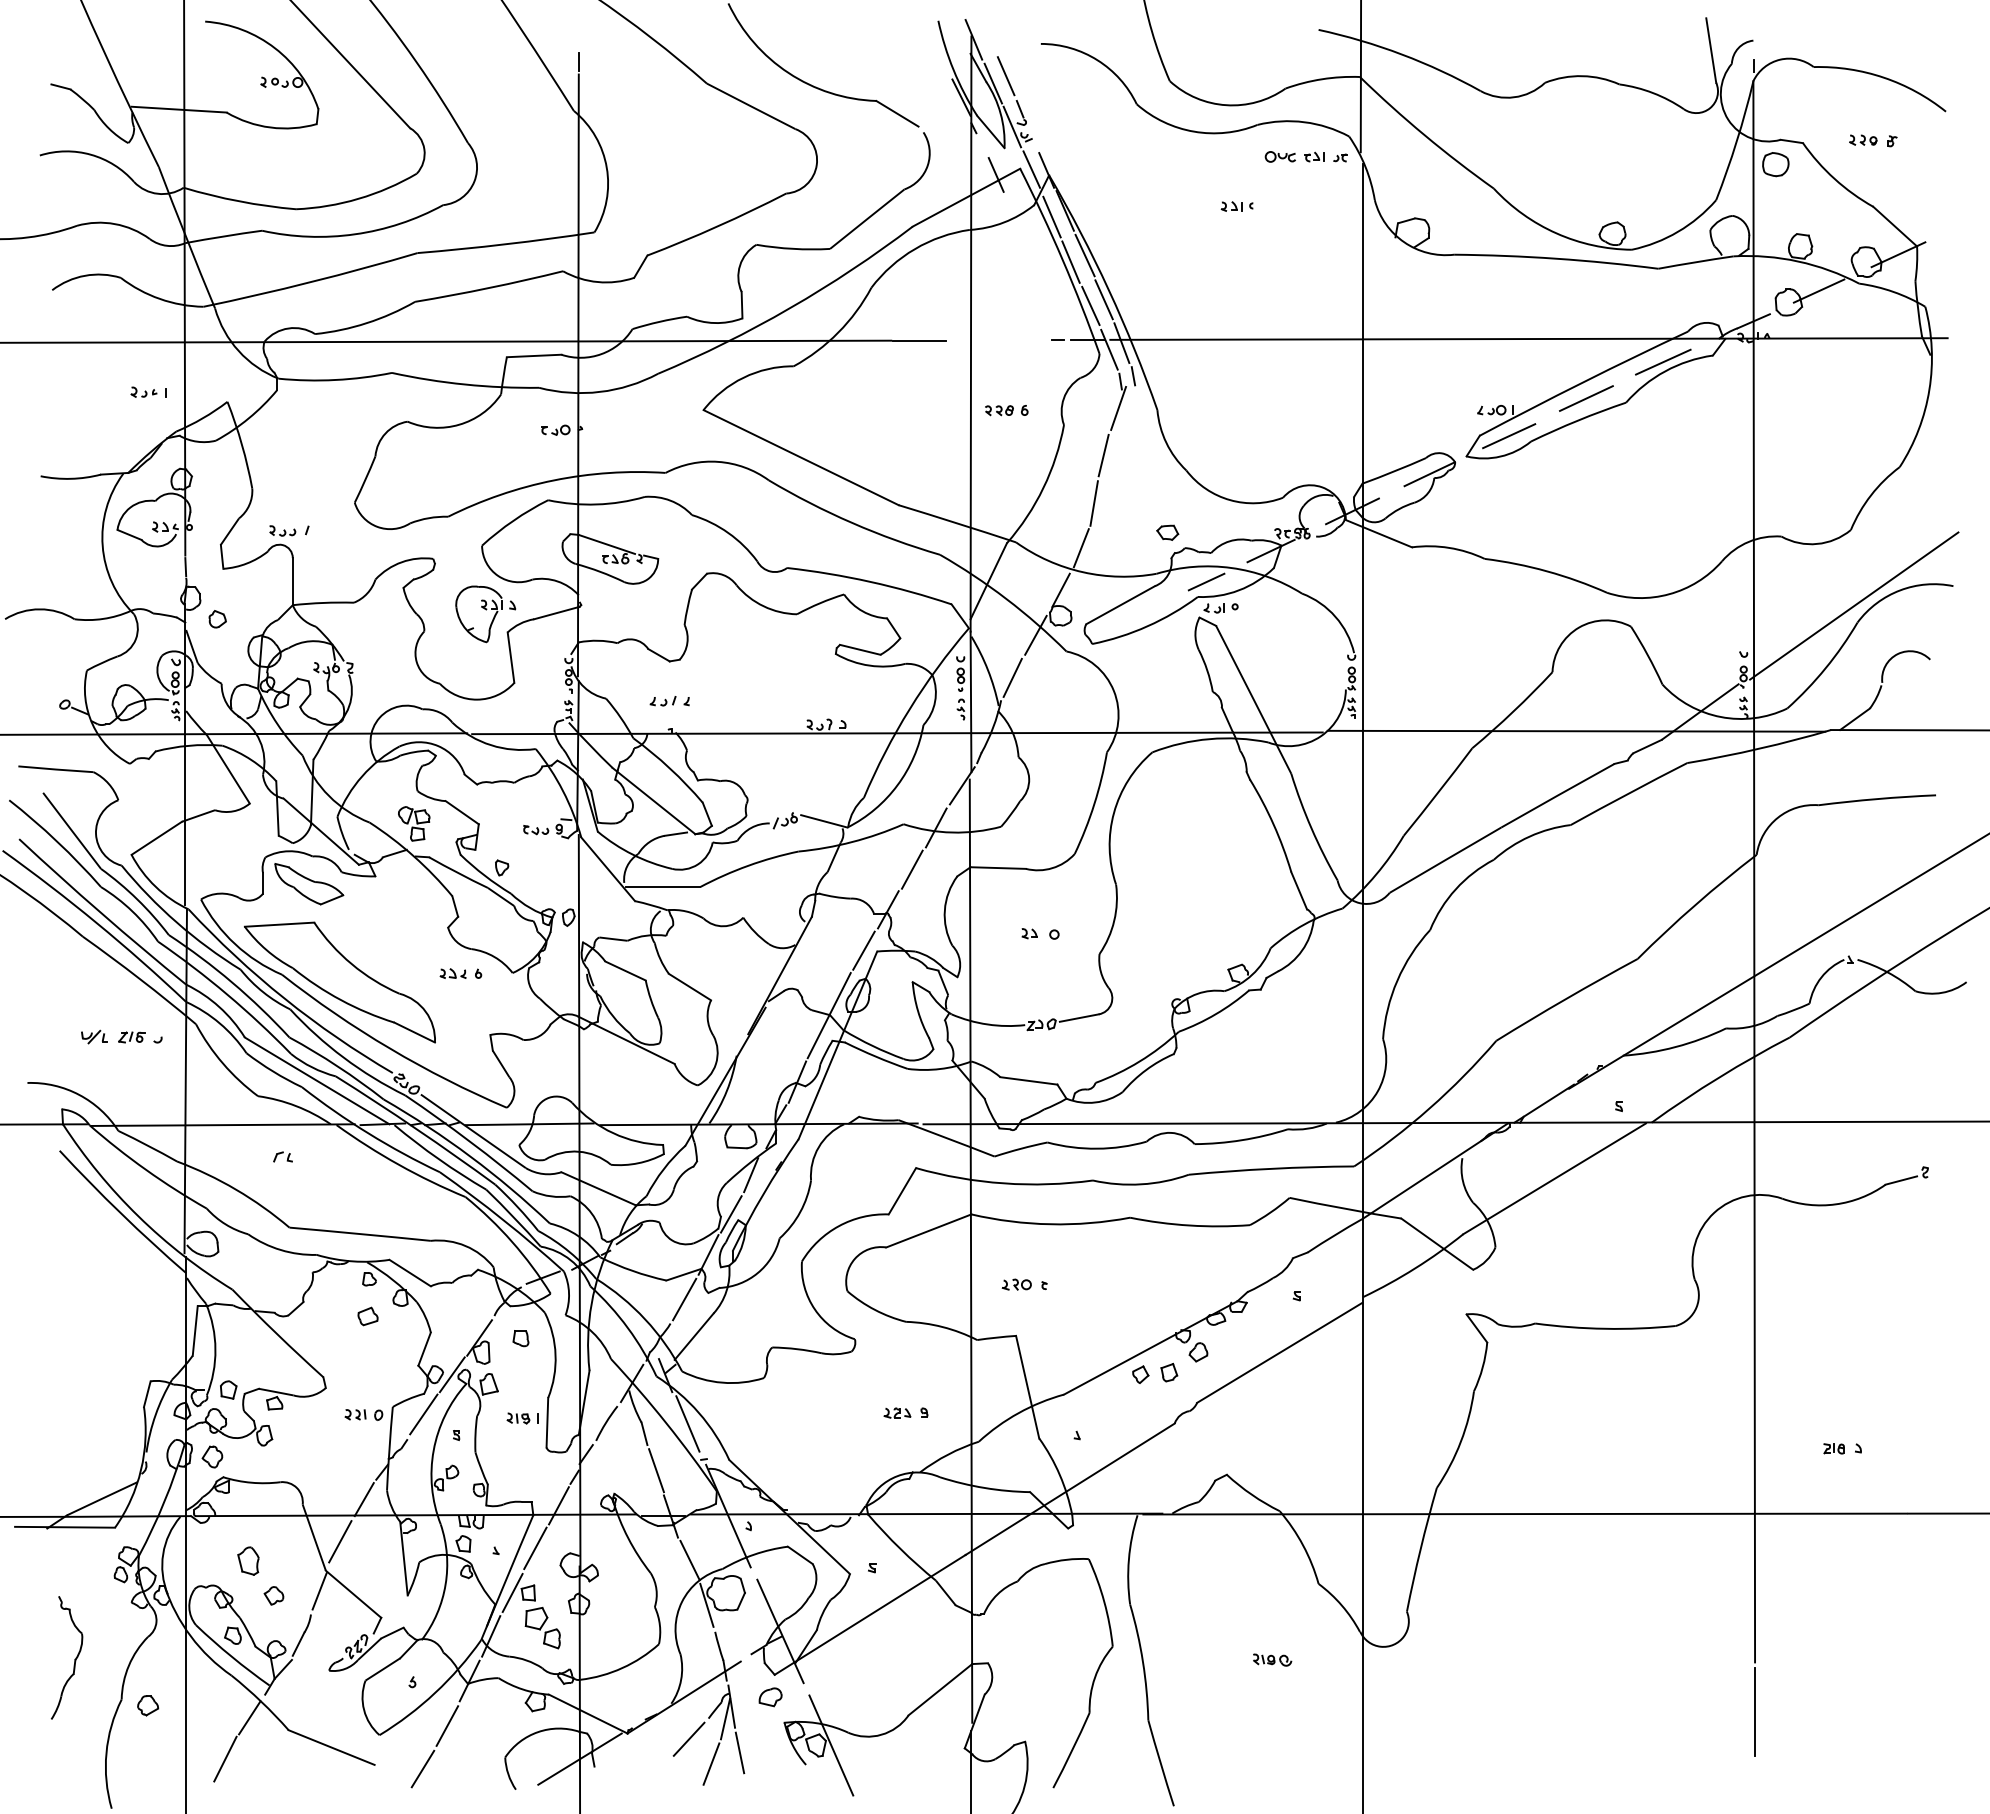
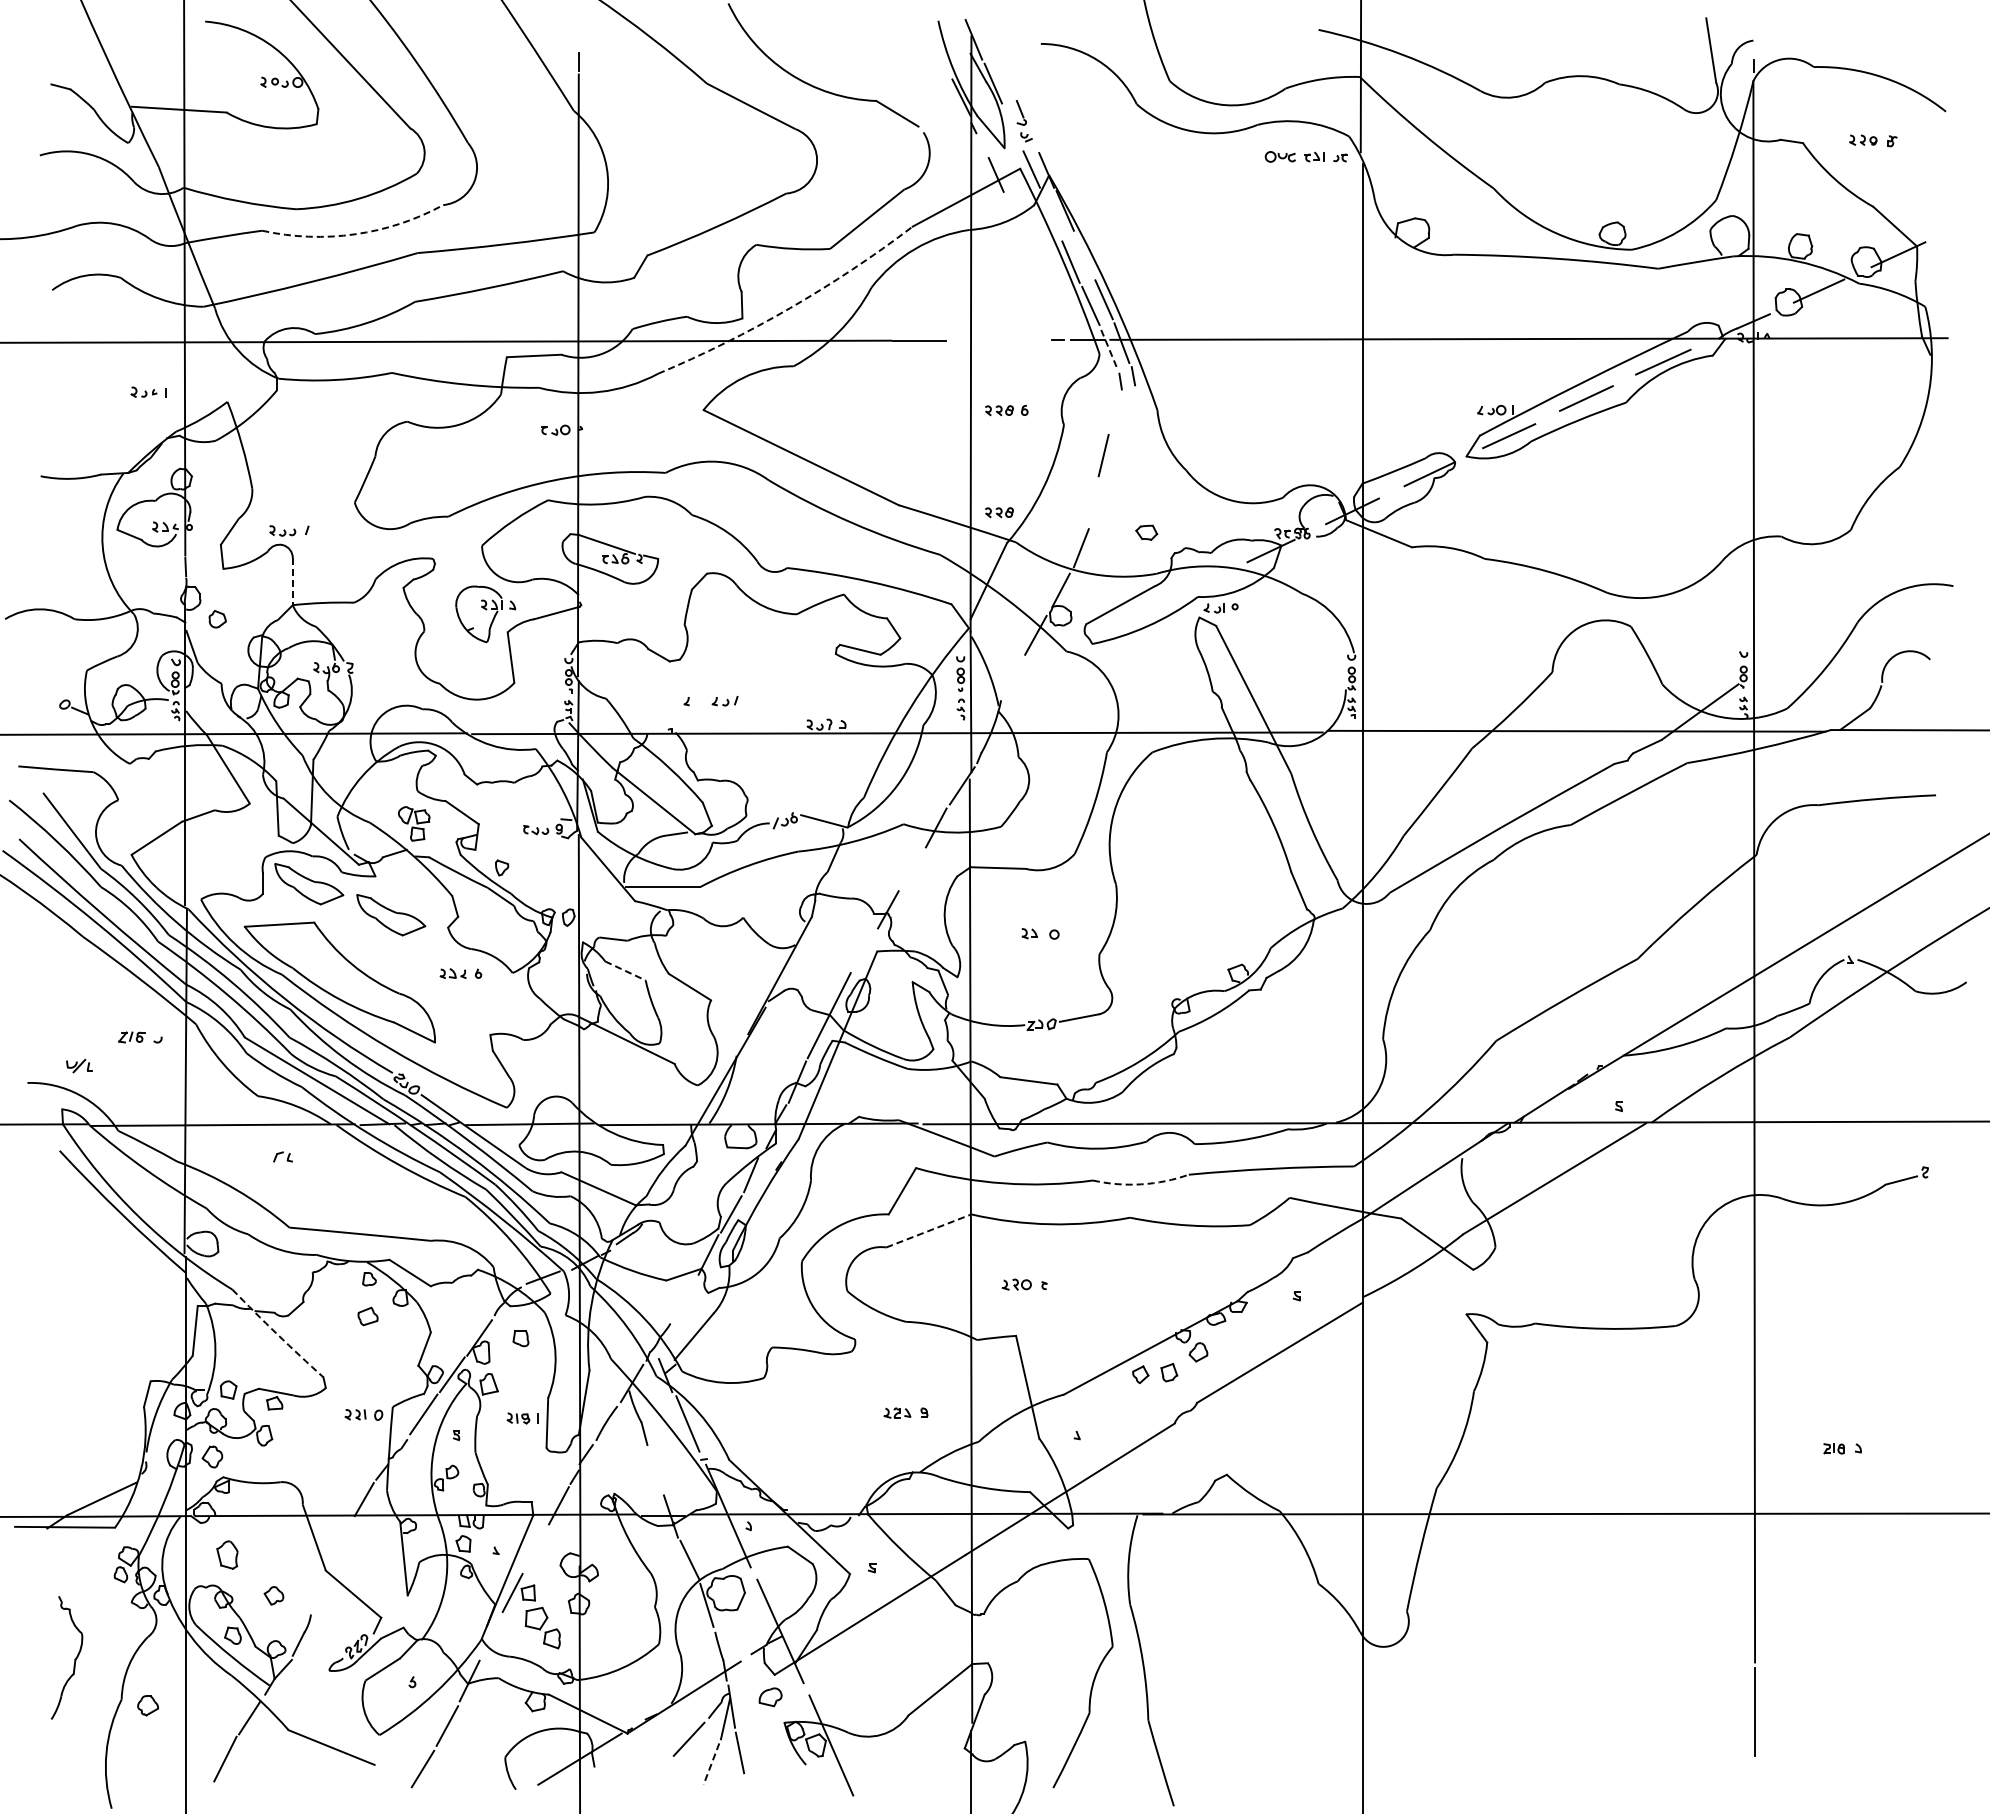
line at (1005, 76): present -> none
line at (1012, 126): present -> none
part at (1775, 164): present -> none
part at (1236, 206): present -> none
line at (1051, 216): present -> none
arc at (355, 234): solid -> dashed
line at (1084, 255): present -> none
arc at (790, 308): solid -> dashed
line at (1109, 350): solid -> dashed
line at (1118, 407): present -> none
line at (1093, 503): present -> none
part at (999, 512): none -> present
part at (1167, 532) position: (1167, 532) -> (1146, 532)
line at (292, 581): solid -> dashed
line at (1206, 581): present -> none
line at (1854, 605): present -> none
line at (1012, 677): present -> none
part at (662, 701) position: (662, 701) -> (724, 701)
line at (912, 869): present -> none
part at (391, 915): none -> present
line at (863, 950): present -> none
line at (625, 971): solid -> dashed
part at (94, 1036) position: (94, 1036) -> (79, 1065)
arc at (1141, 1184): solid -> dashed
line at (928, 1230): solid -> dashed
line at (684, 1299): present -> none
arc at (277, 1334): solid -> dashed
line at (656, 1470): present -> none
line at (340, 1541): present -> none
line at (535, 1548): present -> none
part at (248, 1560) position: (248, 1560) -> (227, 1554)
line at (319, 1591): present -> none
line at (491, 1636): present -> none
part at (1272, 1659): present -> none
line at (711, 1764): solid -> dashed
